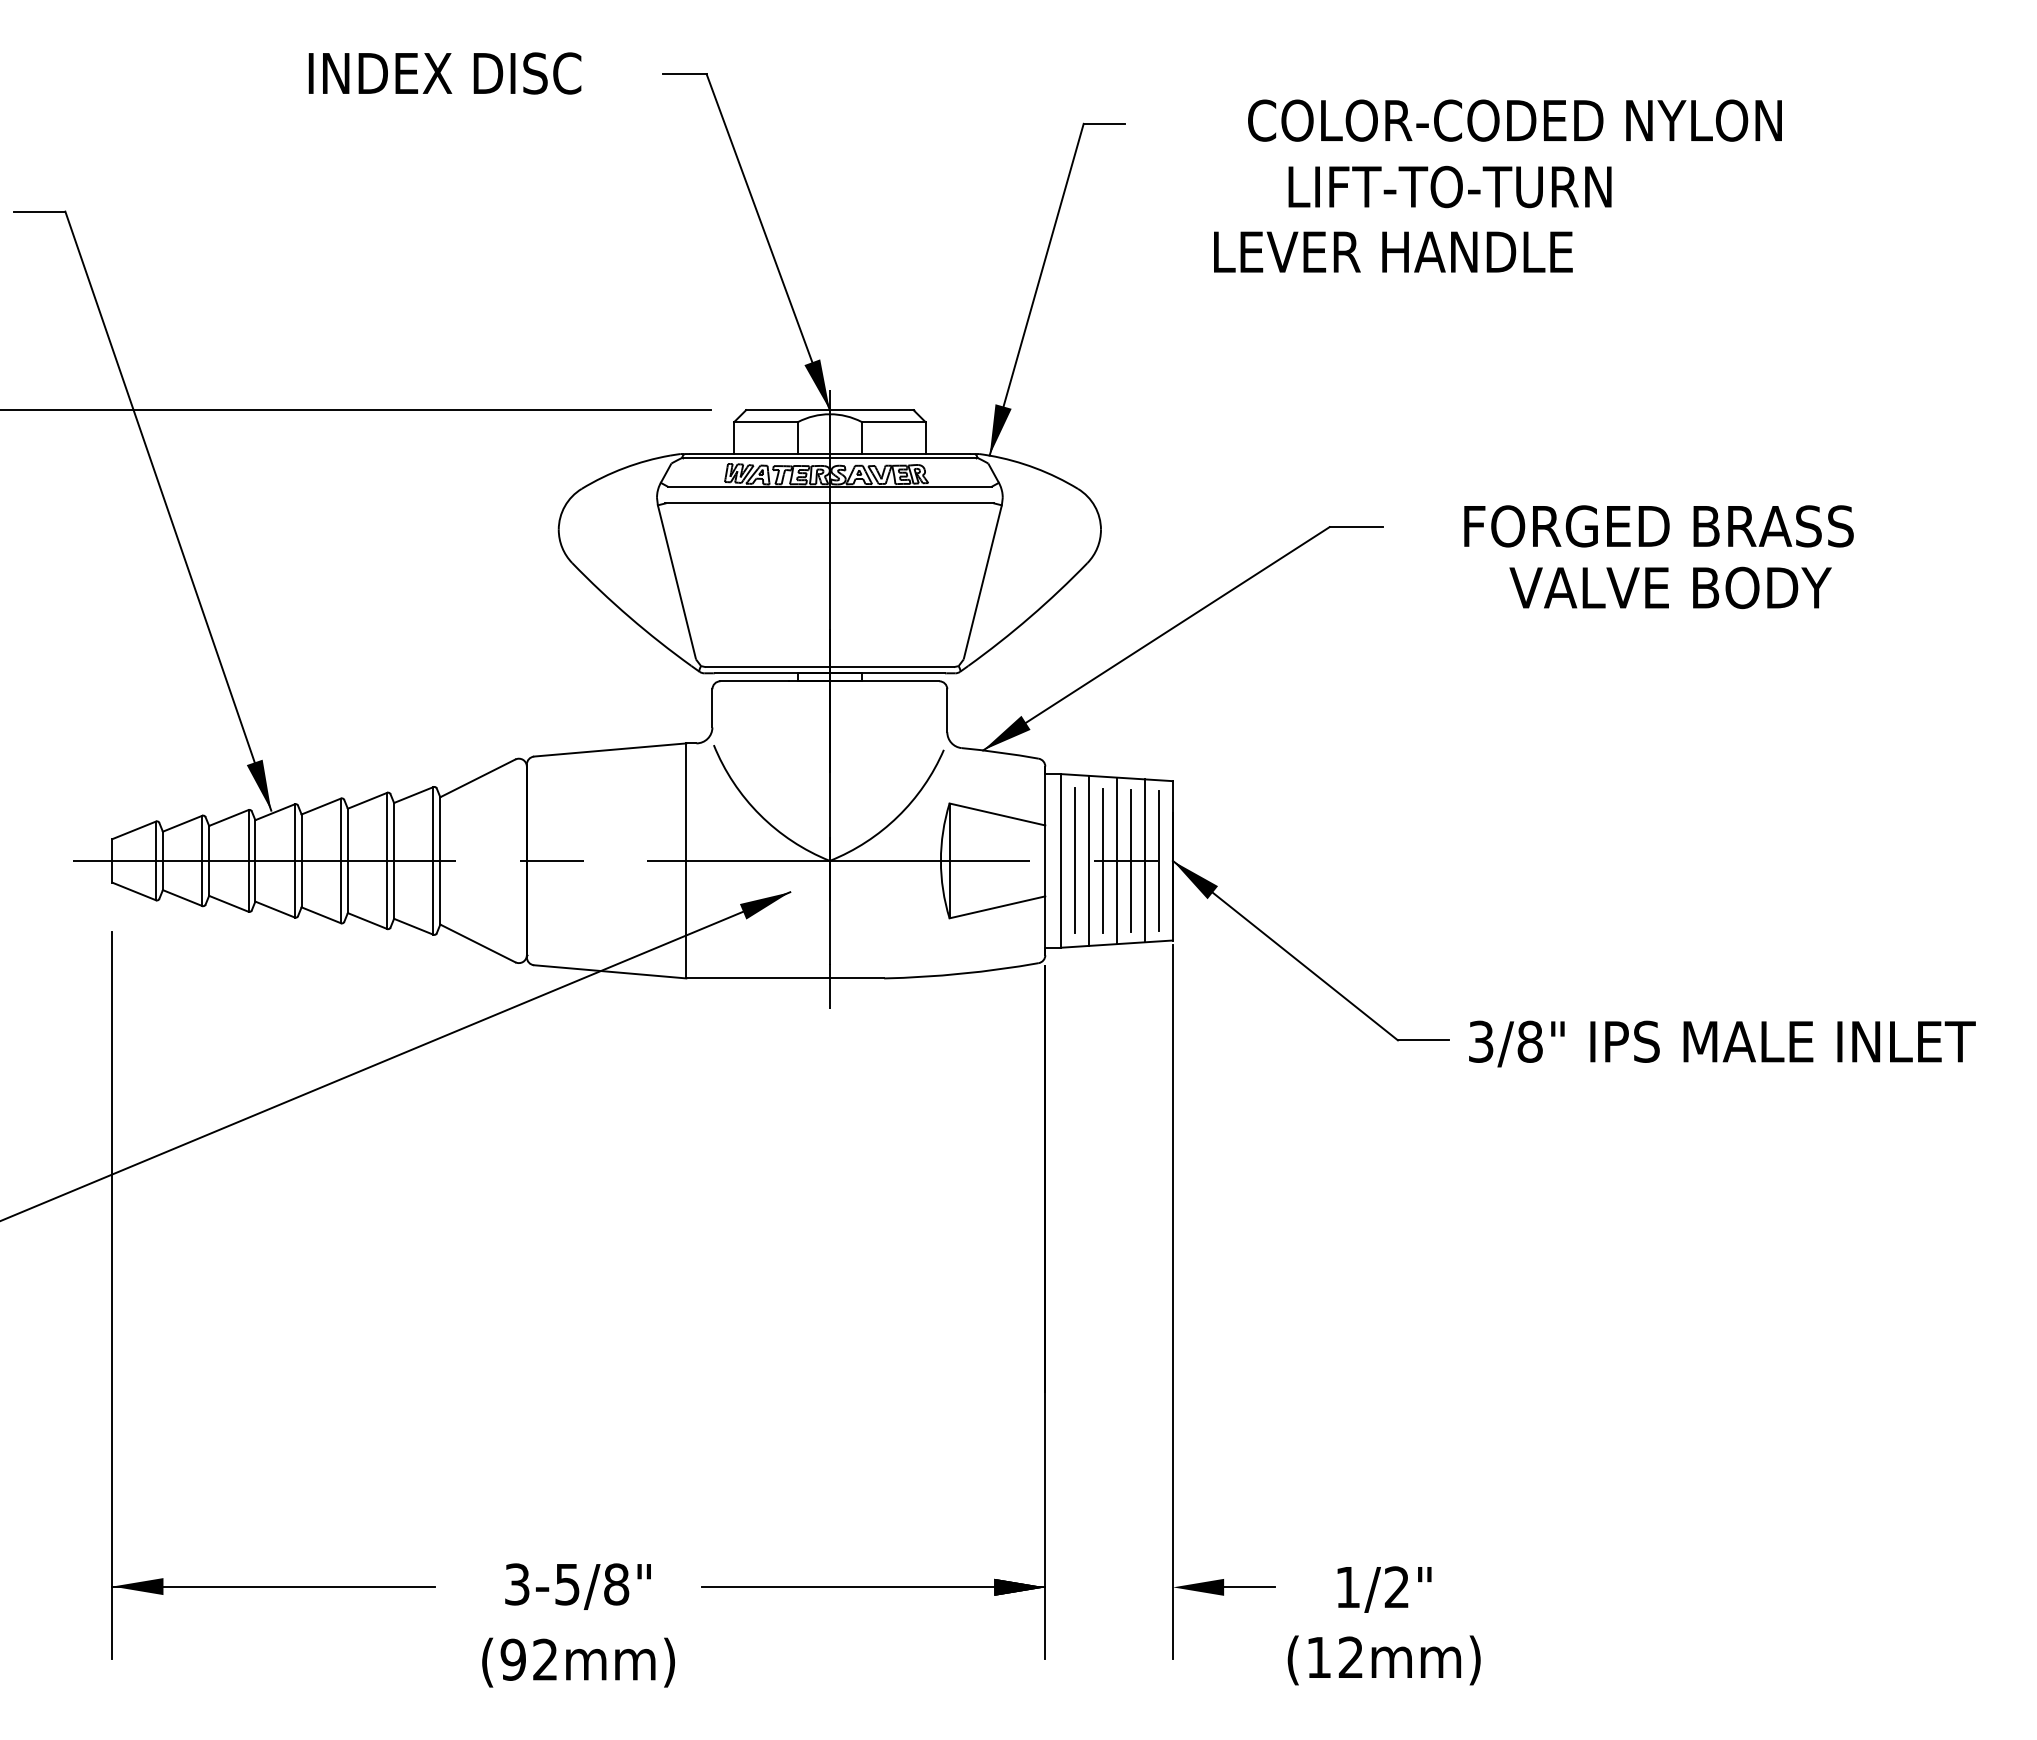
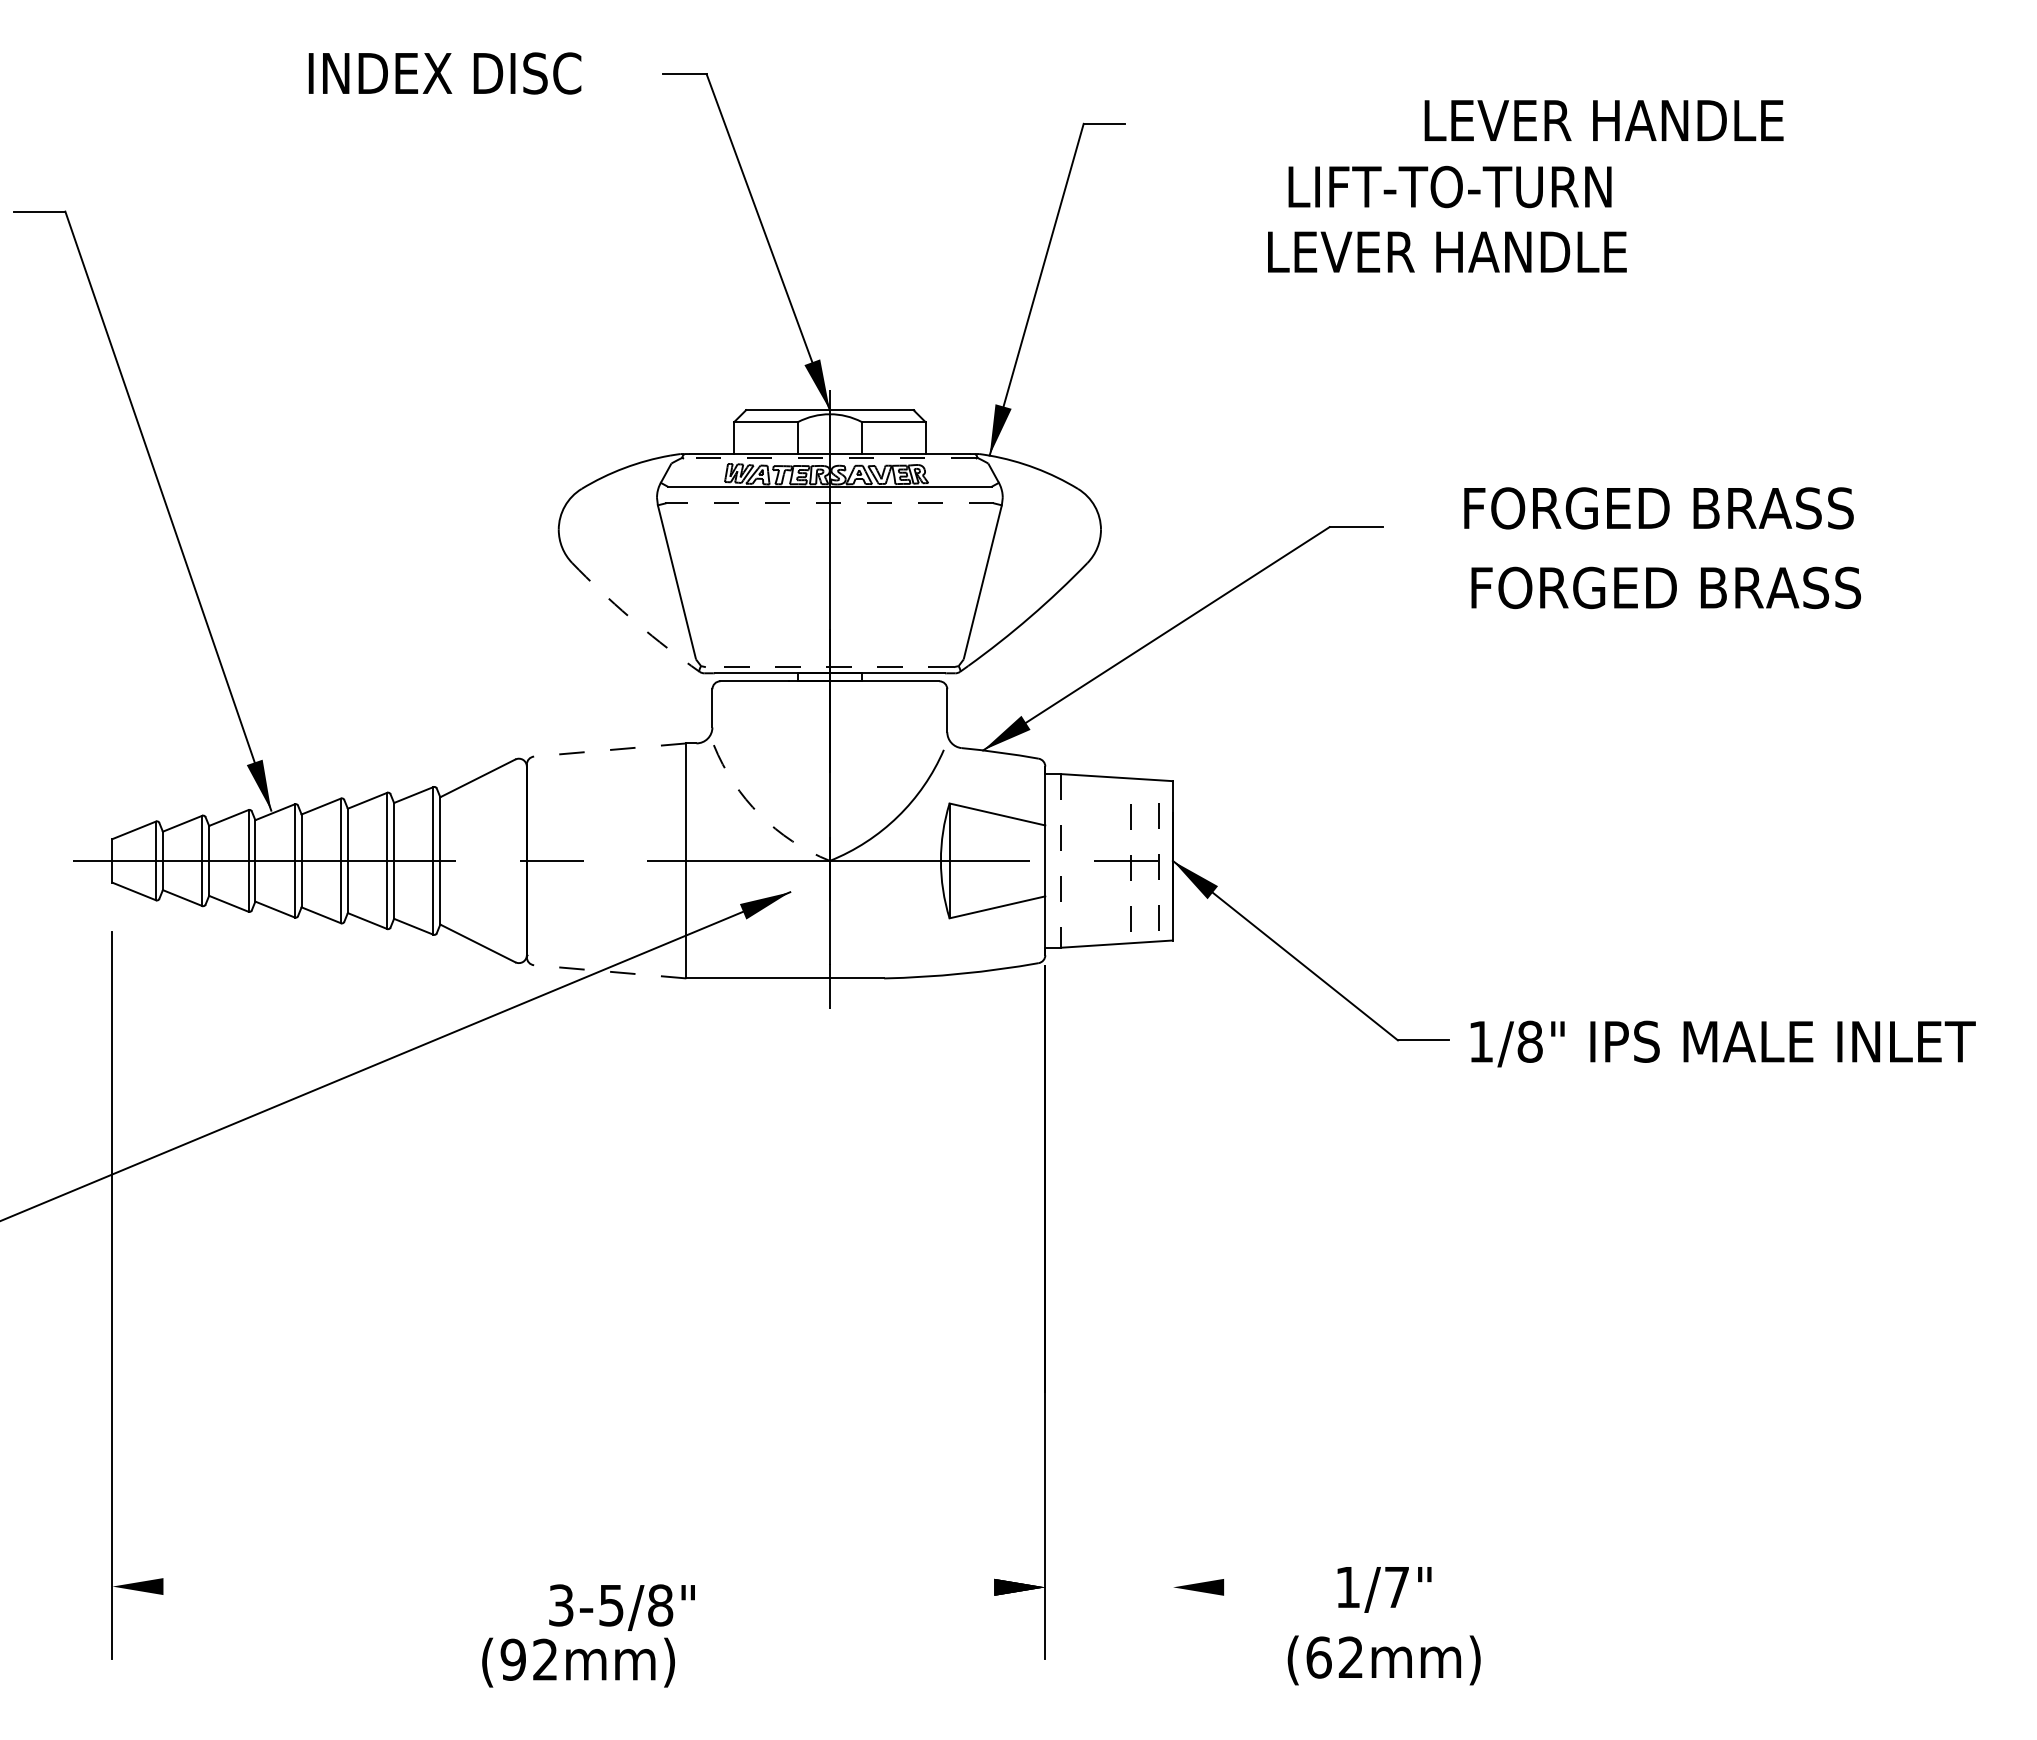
text at (1515, 120): COLOR-CODED NYLON -> LEVER HANDLE
text at (1393, 251) position: (1393, 251) -> (1447, 251)
line at (356, 410): present -> none
line at (829, 458): solid -> dashed
line at (829, 503): solid -> dashed
text at (1658, 526) position: (1658, 526) -> (1658, 508)
text at (1666, 587): VALVE BODY -> FORGED BRASS
arc at (629, 617): solid -> dashed
line at (829, 667): solid -> dashed
line at (609, 750): solid -> dashed
arc at (760, 814): solid -> dashed
line at (1061, 860): solid -> dashed
line at (1075, 860): present -> none
line at (1089, 860): present -> none
line at (1103, 860): present -> none
line at (1117, 860): present -> none
line at (1131, 860): solid -> dashed
line at (1144, 860): present -> none
line at (1158, 860): solid -> dashed
line at (609, 971): solid -> dashed
text at (1481, 1041): 3/8" -> 1/8"
line at (1173, 1301): present -> none
text at (577, 1586) position: (577, 1586) -> (621, 1607)
text at (1396, 1586): 1/2" -> 1/7"
line at (273, 1587): present -> none
line at (873, 1587): present -> none
line at (1249, 1587): present -> none
text at (1318, 1657): (12mm) -> (62mm)
